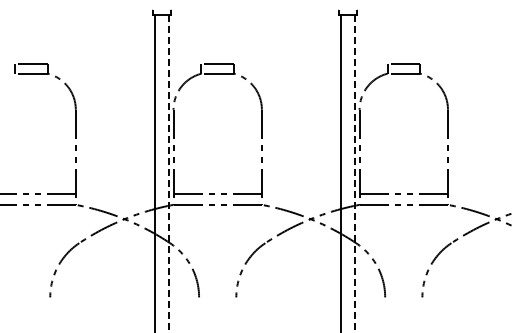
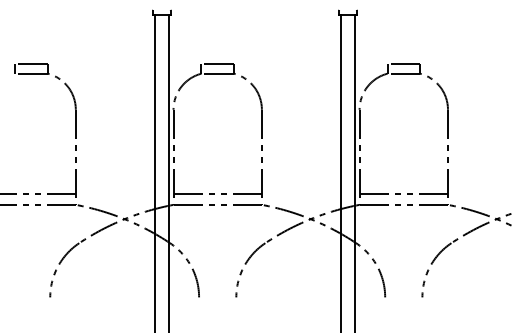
line at (169, 173): dashed -> solid
line at (355, 173): dashed -> solid
